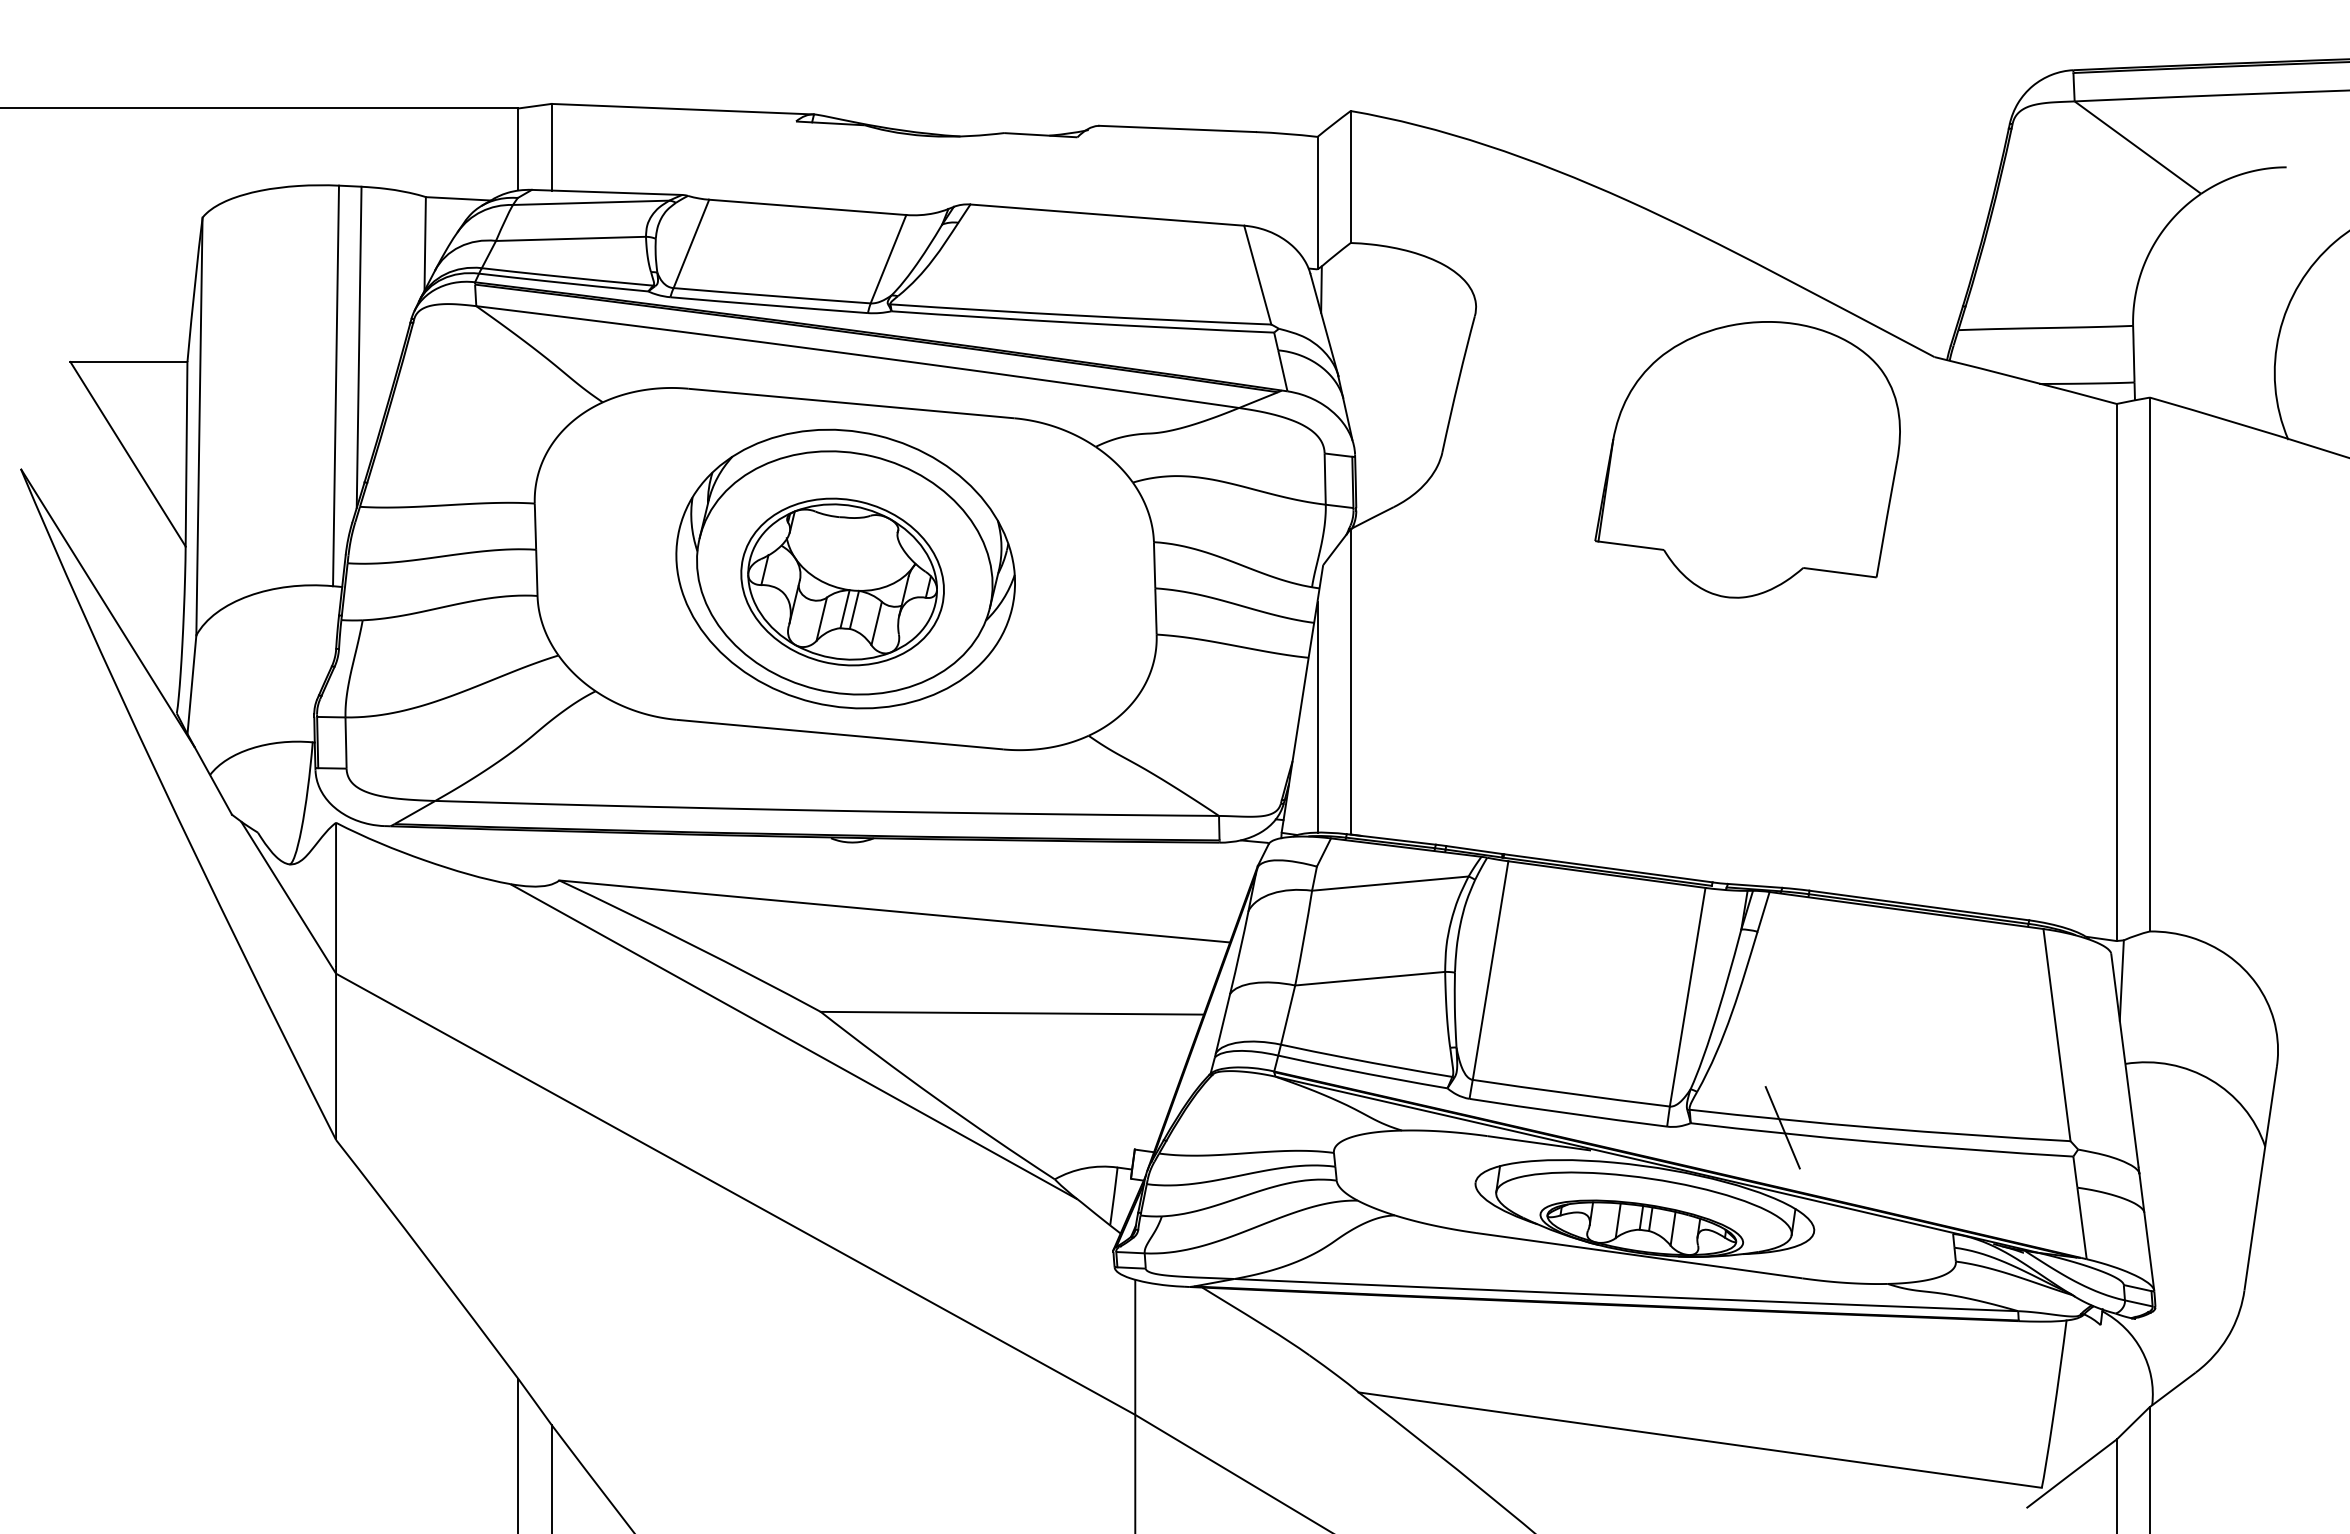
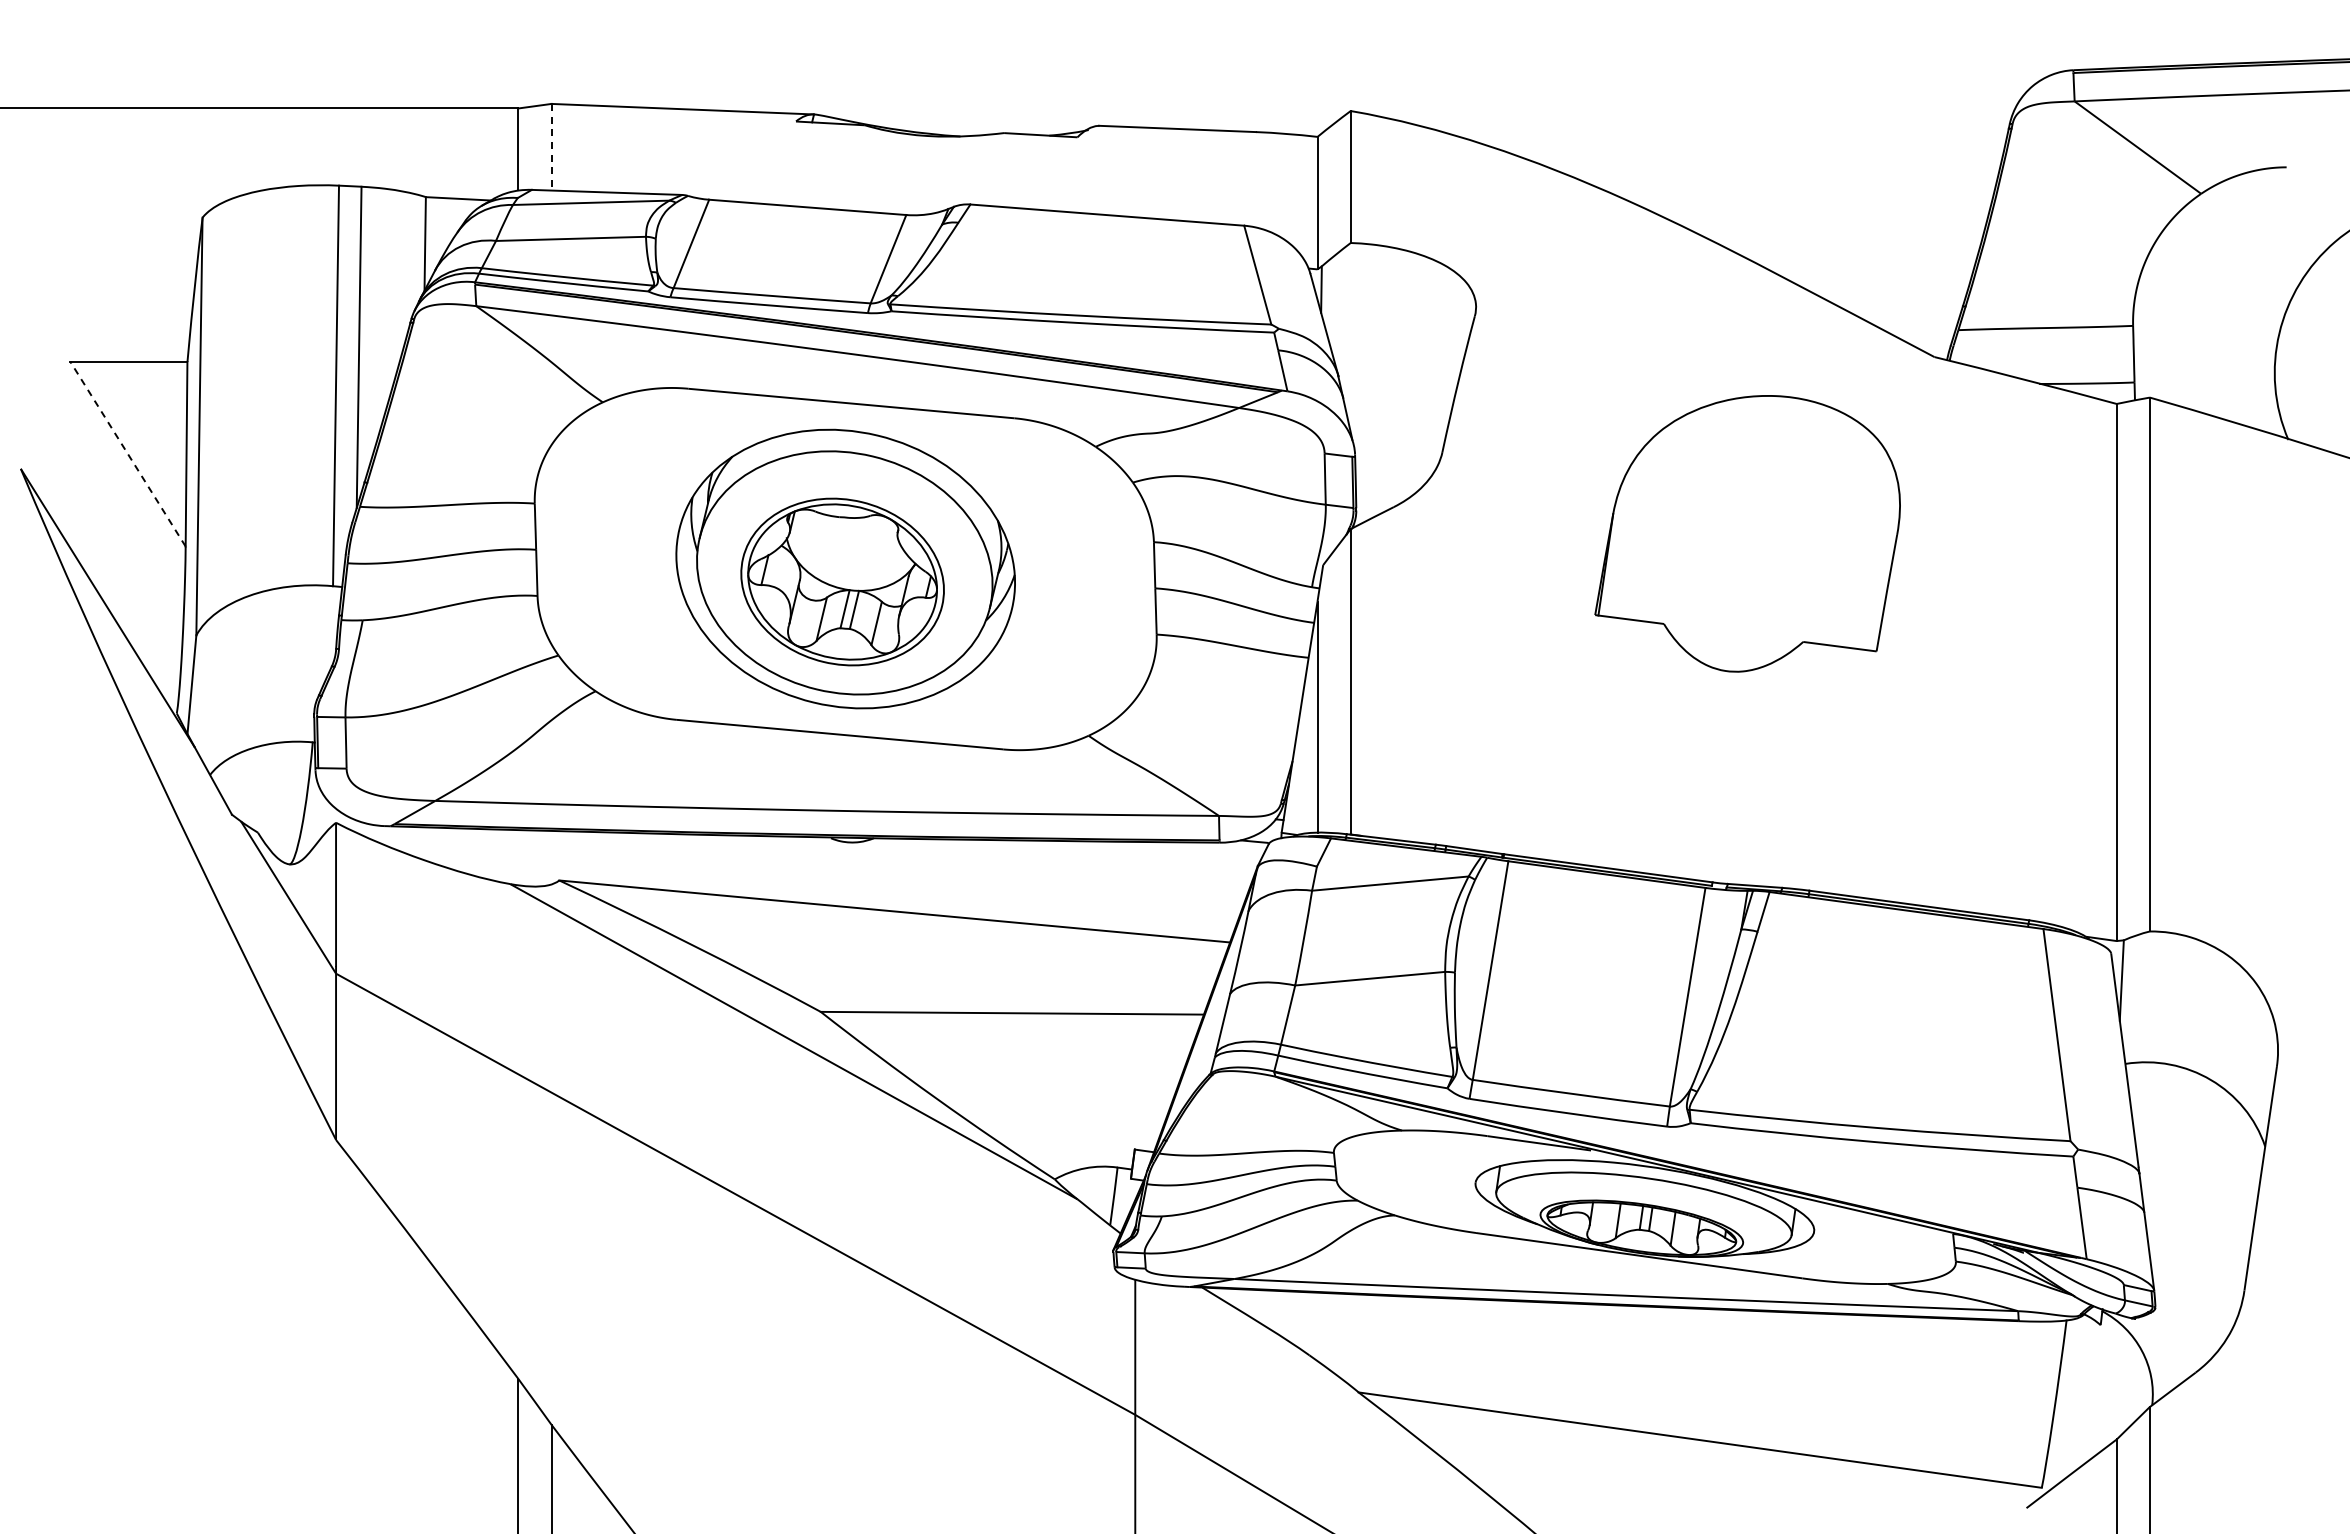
line at (551, 147): solid -> dashed
line at (128, 454): solid -> dashed
part at (1747, 459) position: (1747, 459) -> (1747, 533)
line at (1782, 1127): present -> none
